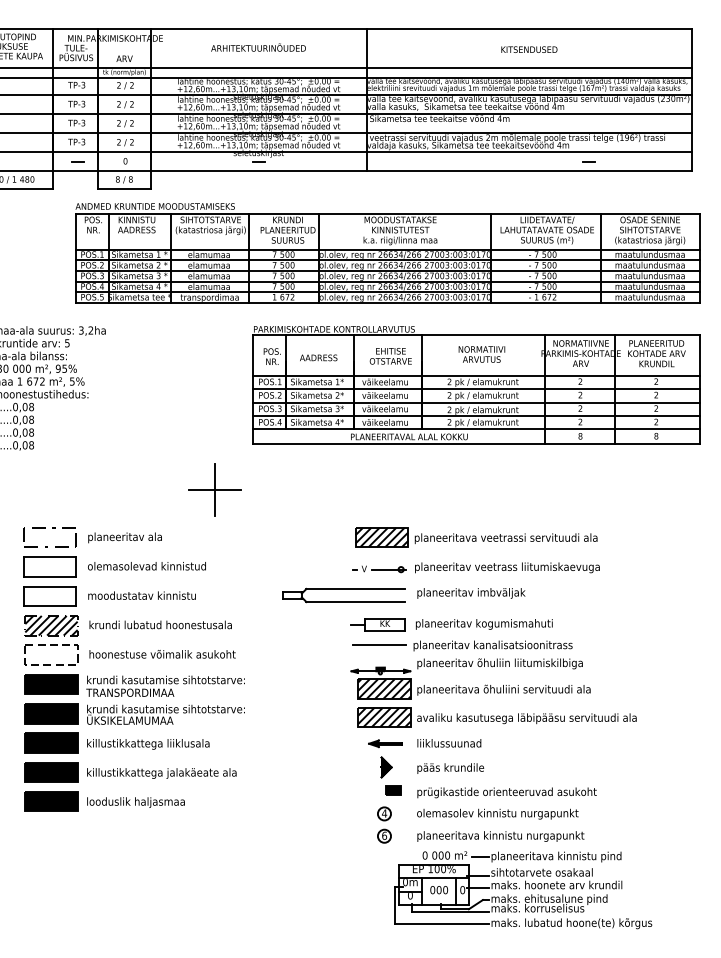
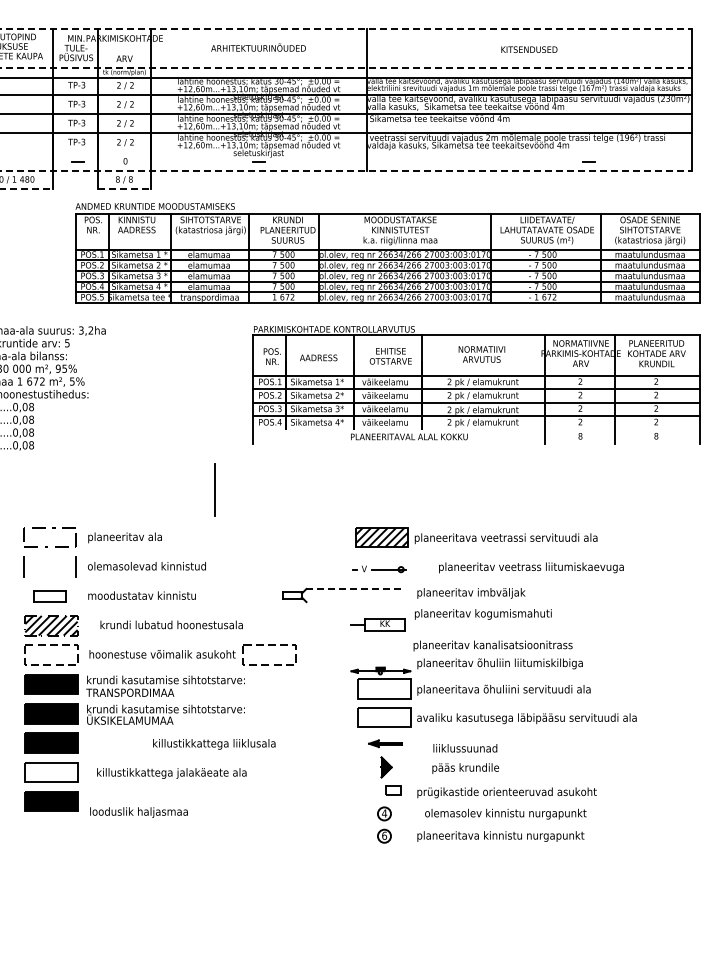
line at (346, 28): solid -> dashed
line at (346, 68): solid -> dashed
line at (346, 152): present -> none
line at (346, 171): solid -> dashed
line at (27, 188): solid -> dashed
line at (124, 188): solid -> dashed
line at (476, 429): present -> none
line at (476, 443): present -> none
line at (214, 489): present -> none
line at (50, 557): present -> none
text at (507, 567) position: (507, 567) -> (531, 567)
line at (50, 576): present -> none
line at (356, 588): solid -> dashed
part at (49, 596) size: 54x21 px -> 34x13 px
line at (355, 602): present -> none
text at (160, 624) position: (160, 624) -> (171, 624)
text at (484, 624) position: (484, 624) -> (483, 614)
part at (269, 645): none -> present
line at (378, 645): present -> none
hatch at (384, 688): present -> none
hatch at (384, 717): present -> none
text at (449, 743) position: (449, 743) -> (465, 748)
text at (148, 744) position: (148, 744) -> (214, 744)
text at (450, 768) position: (450, 768) -> (465, 768)
fill at (51, 771): present -> none
text at (161, 773) position: (161, 773) -> (171, 773)
fill at (393, 790): present -> none
text at (135, 802) position: (135, 802) -> (138, 812)
text at (497, 813) position: (497, 813) -> (505, 813)
part at (523, 890): present -> none
